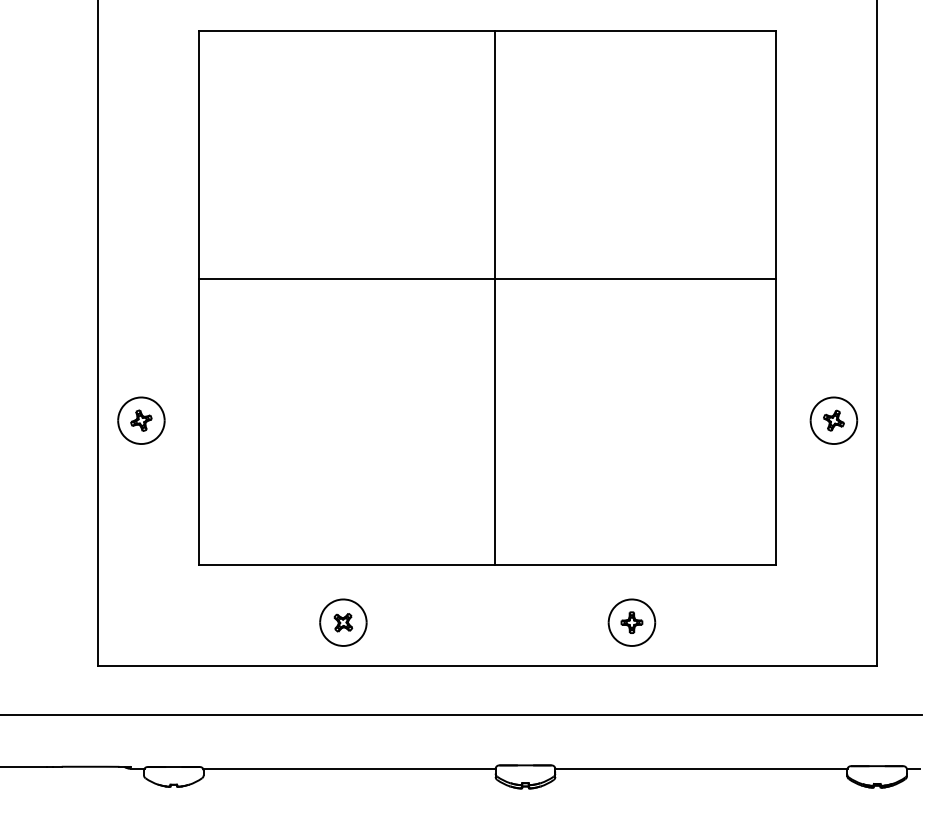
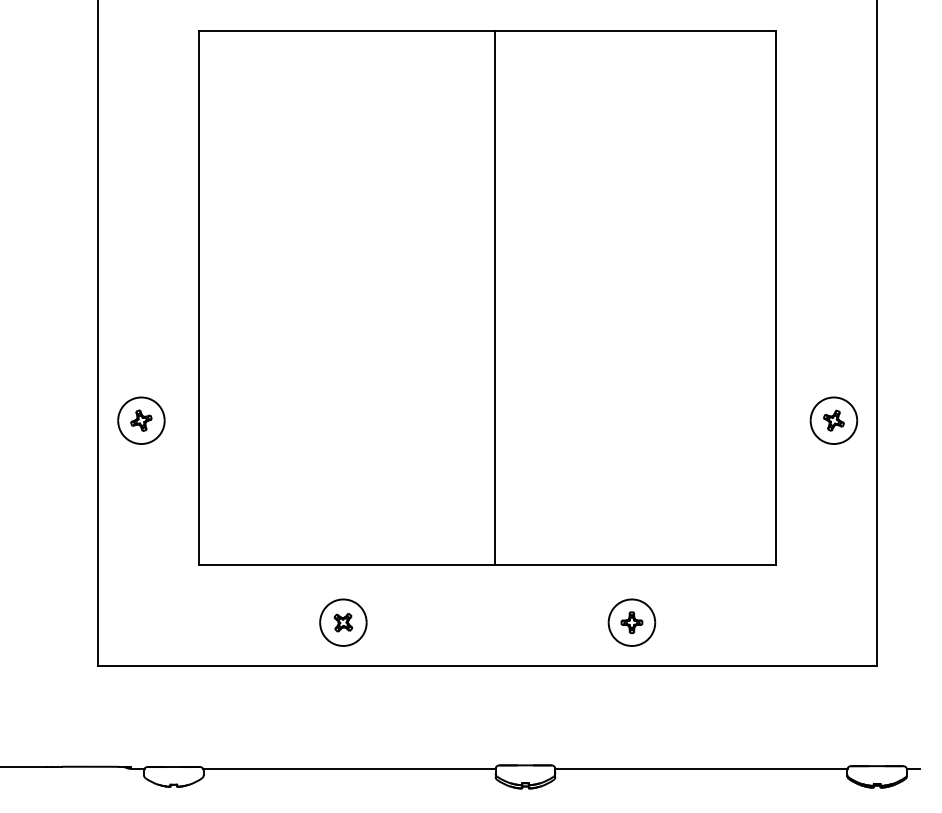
line at (487, 279): present -> none
line at (462, 714): present -> none
